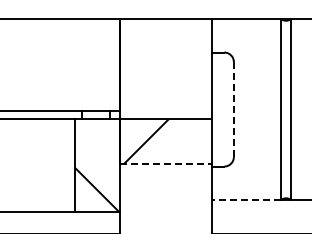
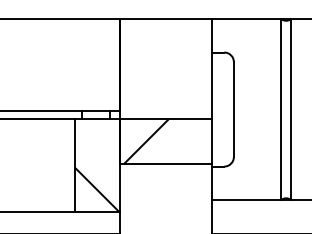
line at (233, 109): dashed -> solid
line at (166, 164): dashed -> solid
line at (246, 199): dashed -> solid
